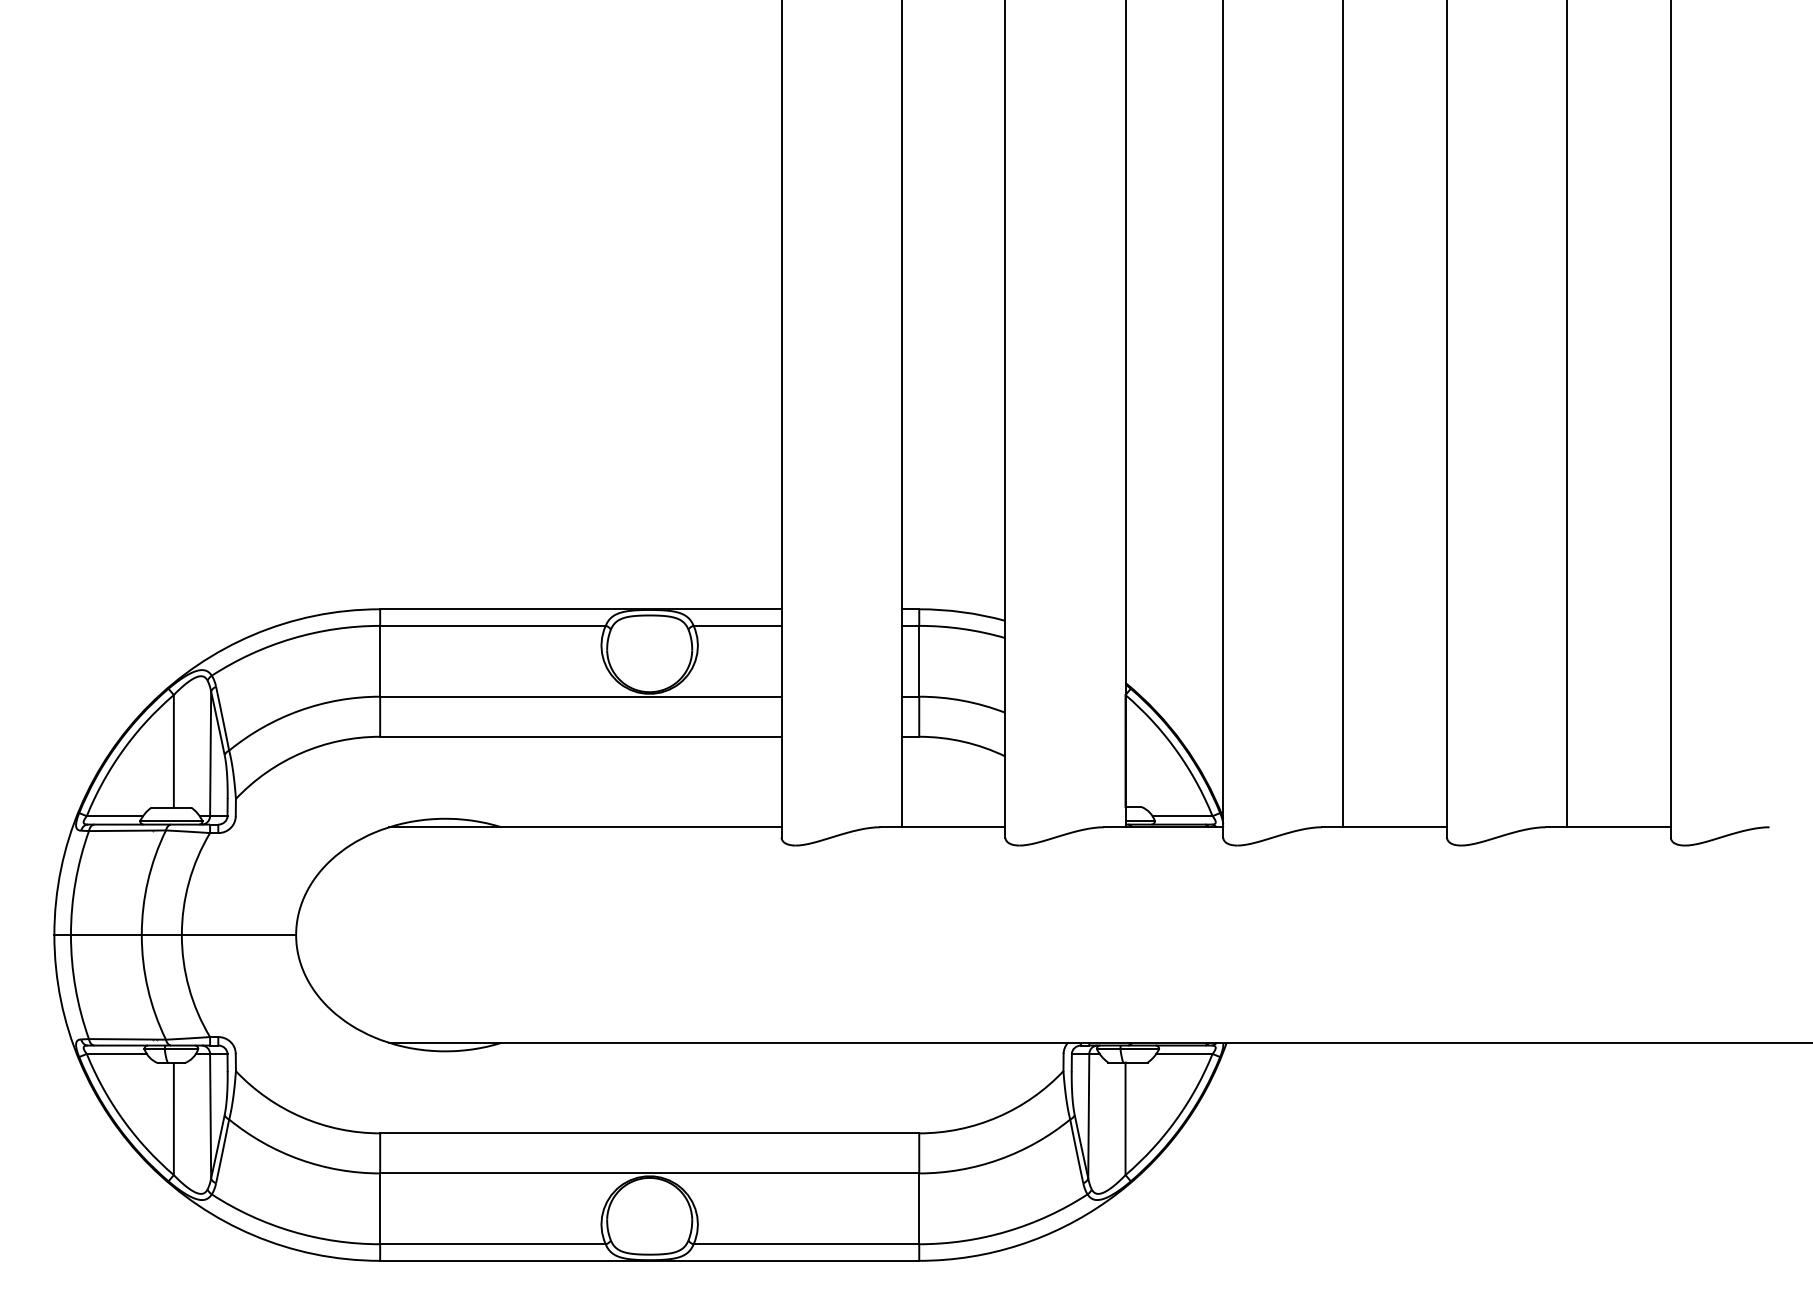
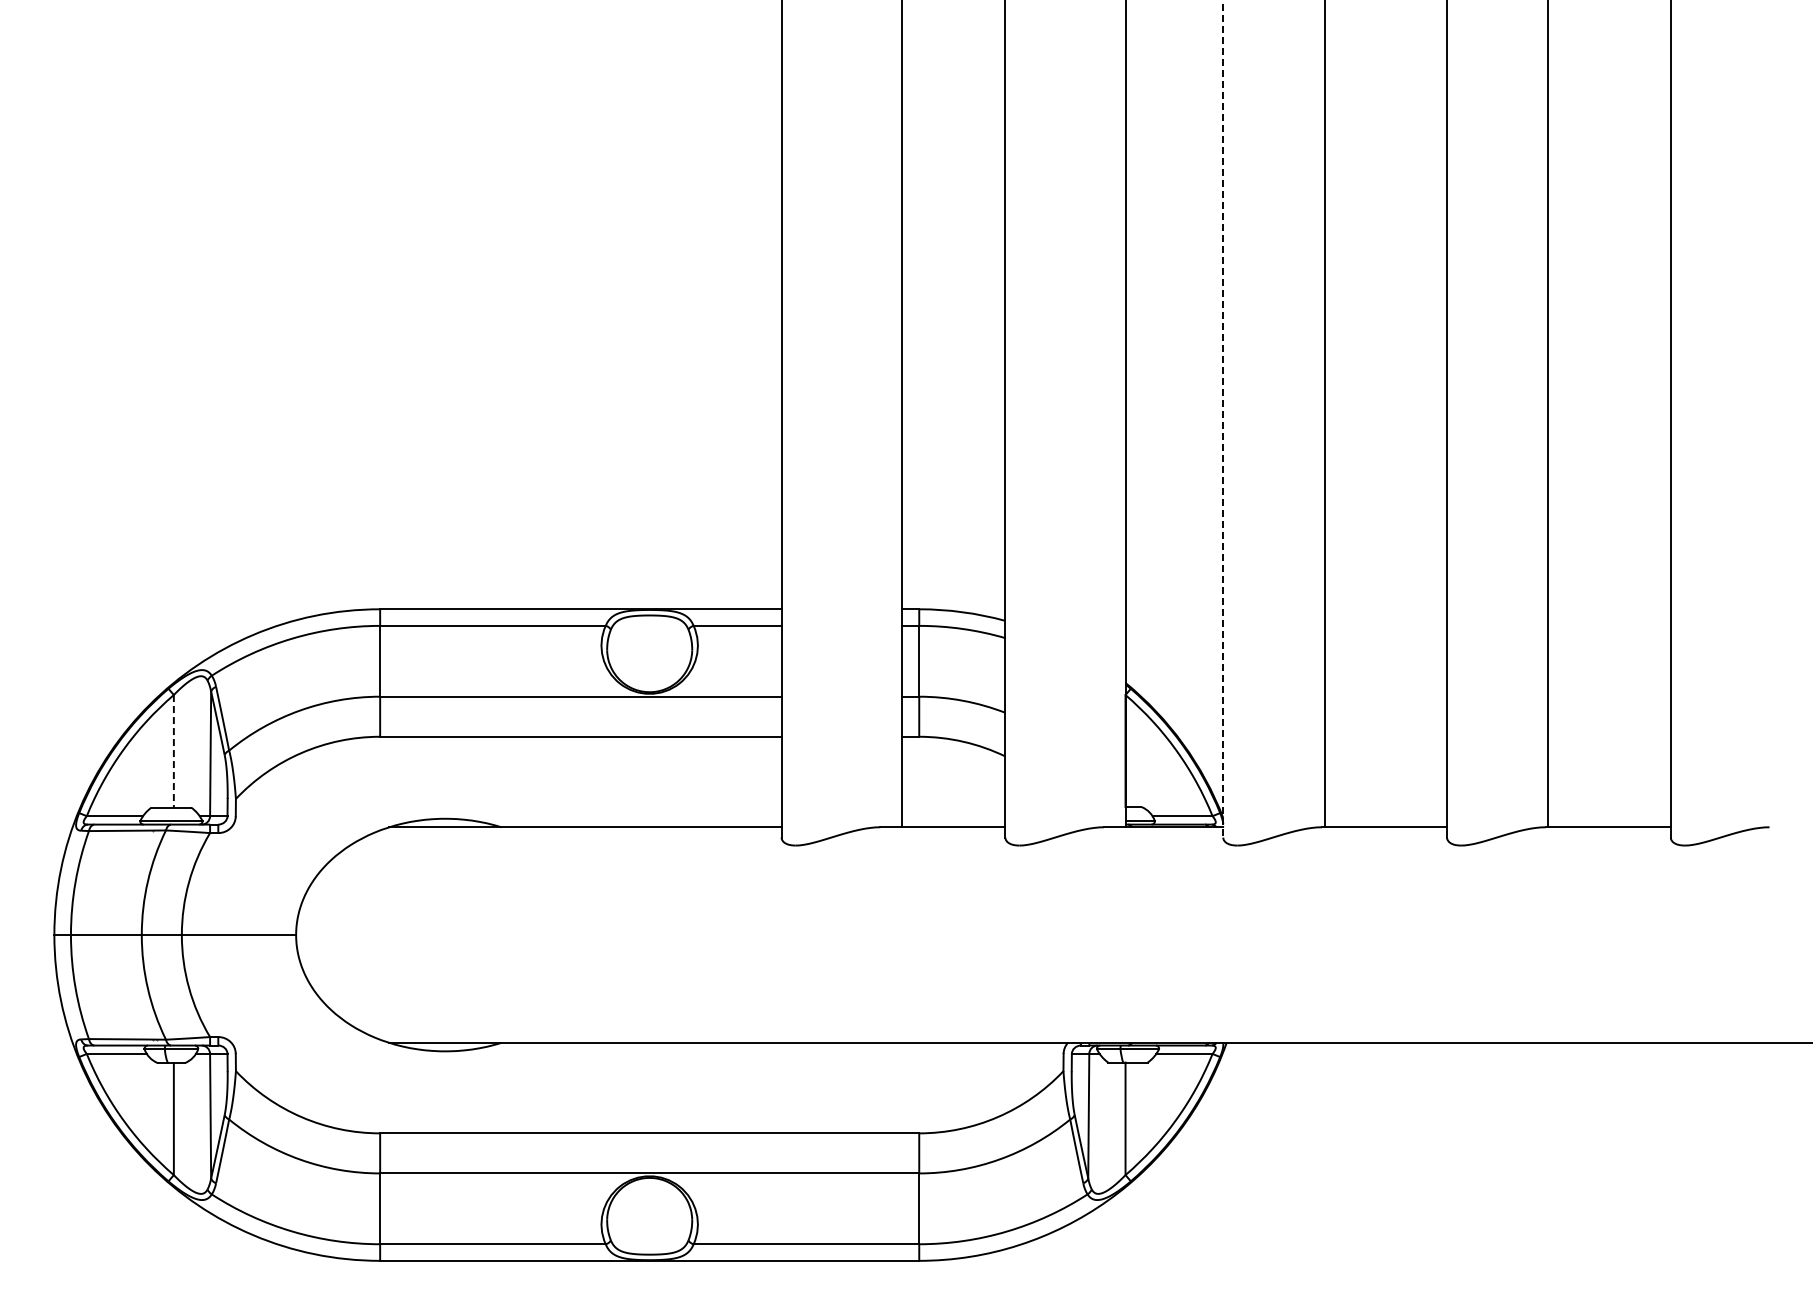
line at (1343, 414) position: (1343, 414) -> (1325, 414)
line at (1567, 414) position: (1567, 414) -> (1548, 414)
line at (1223, 419): solid -> dashed
line at (173, 751): solid -> dashed
